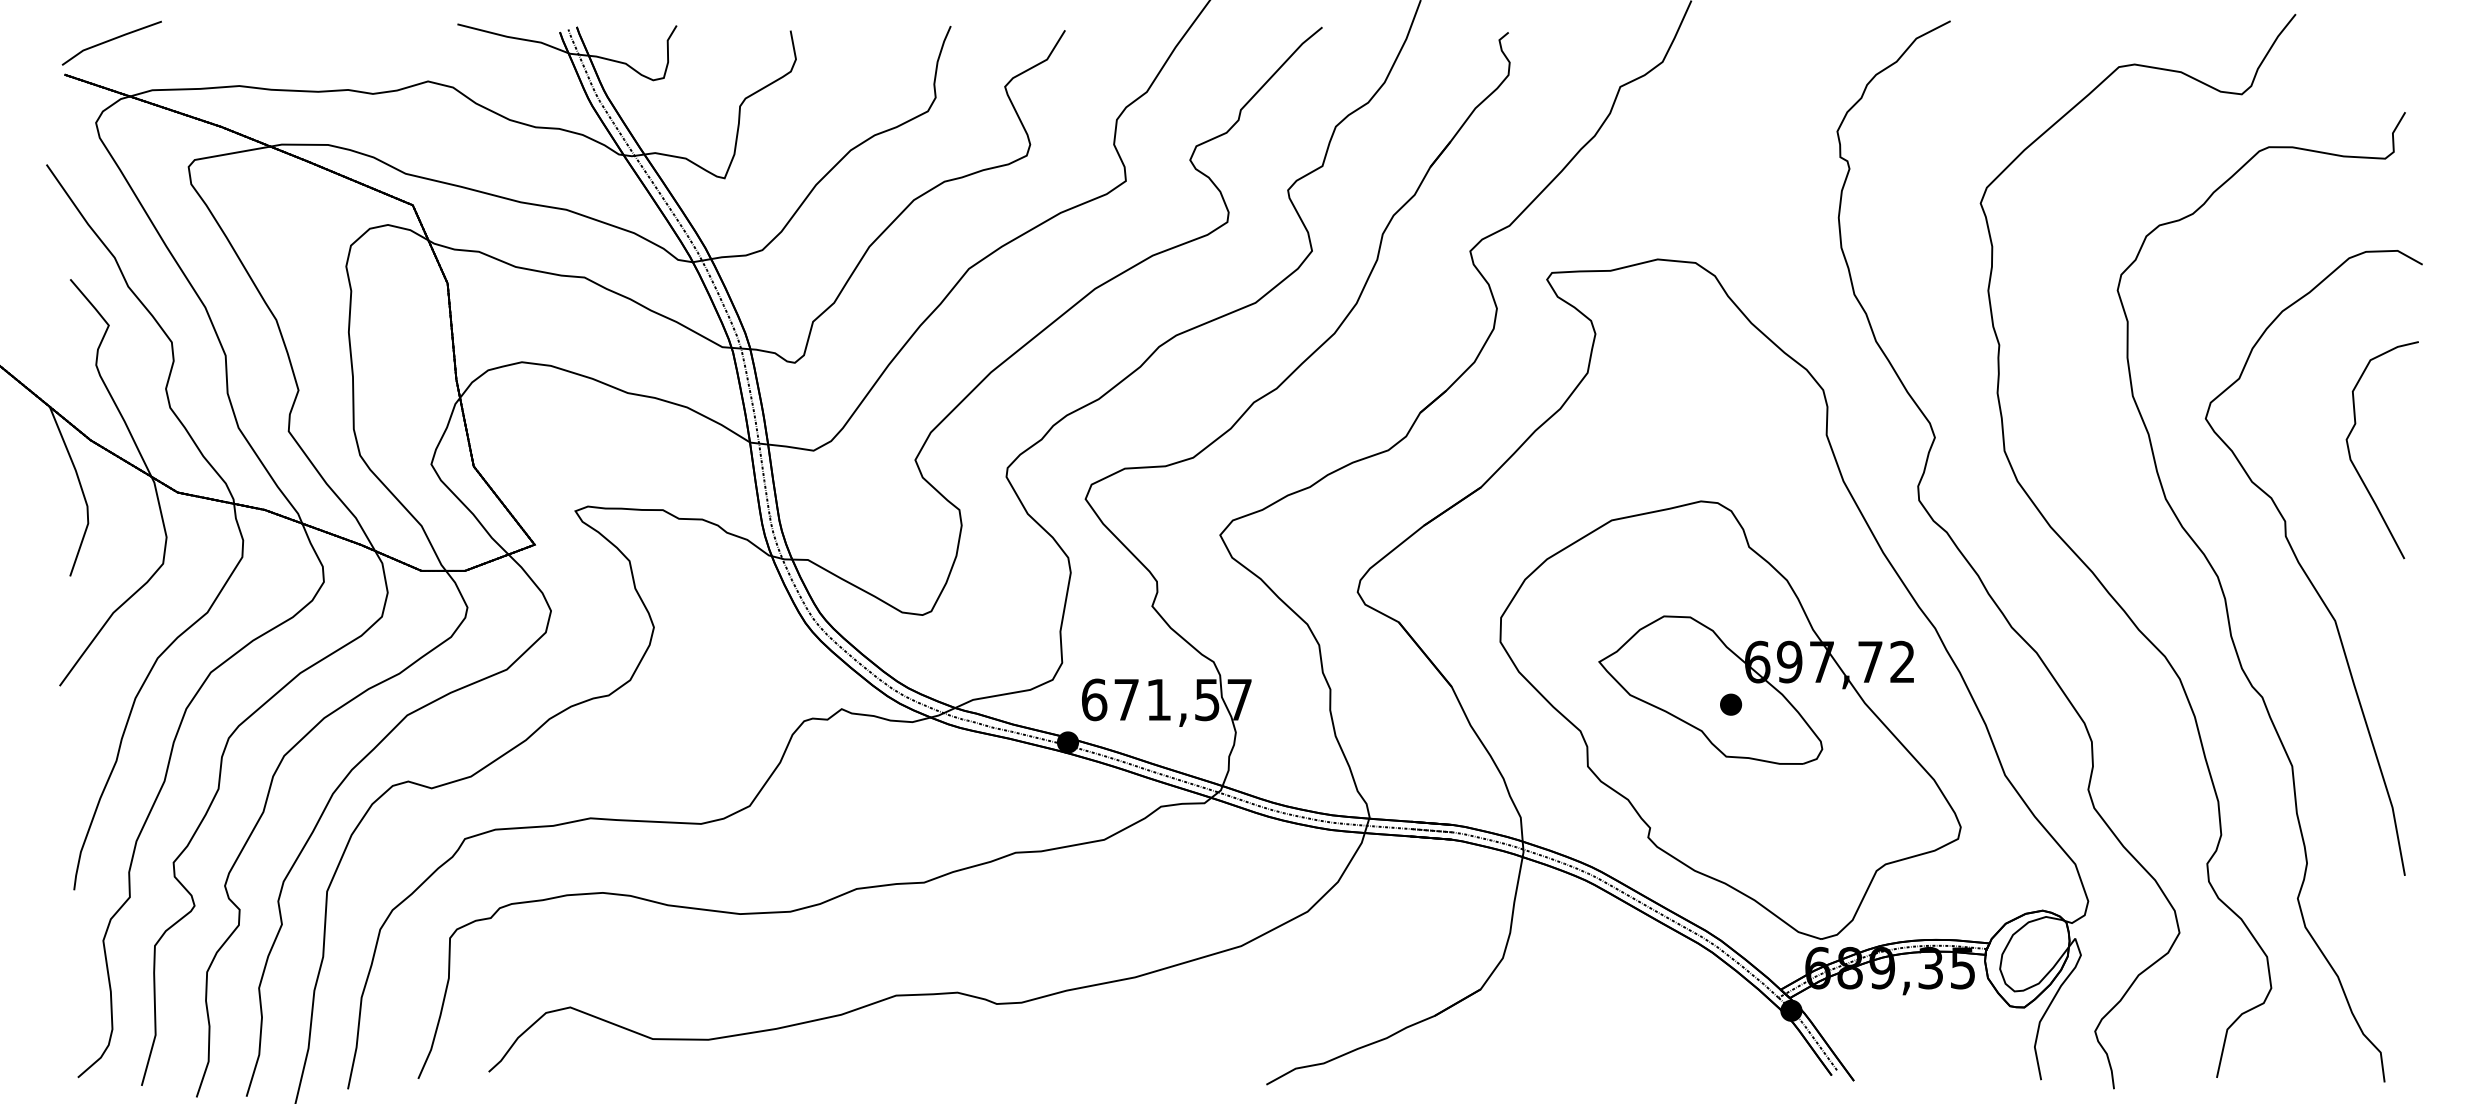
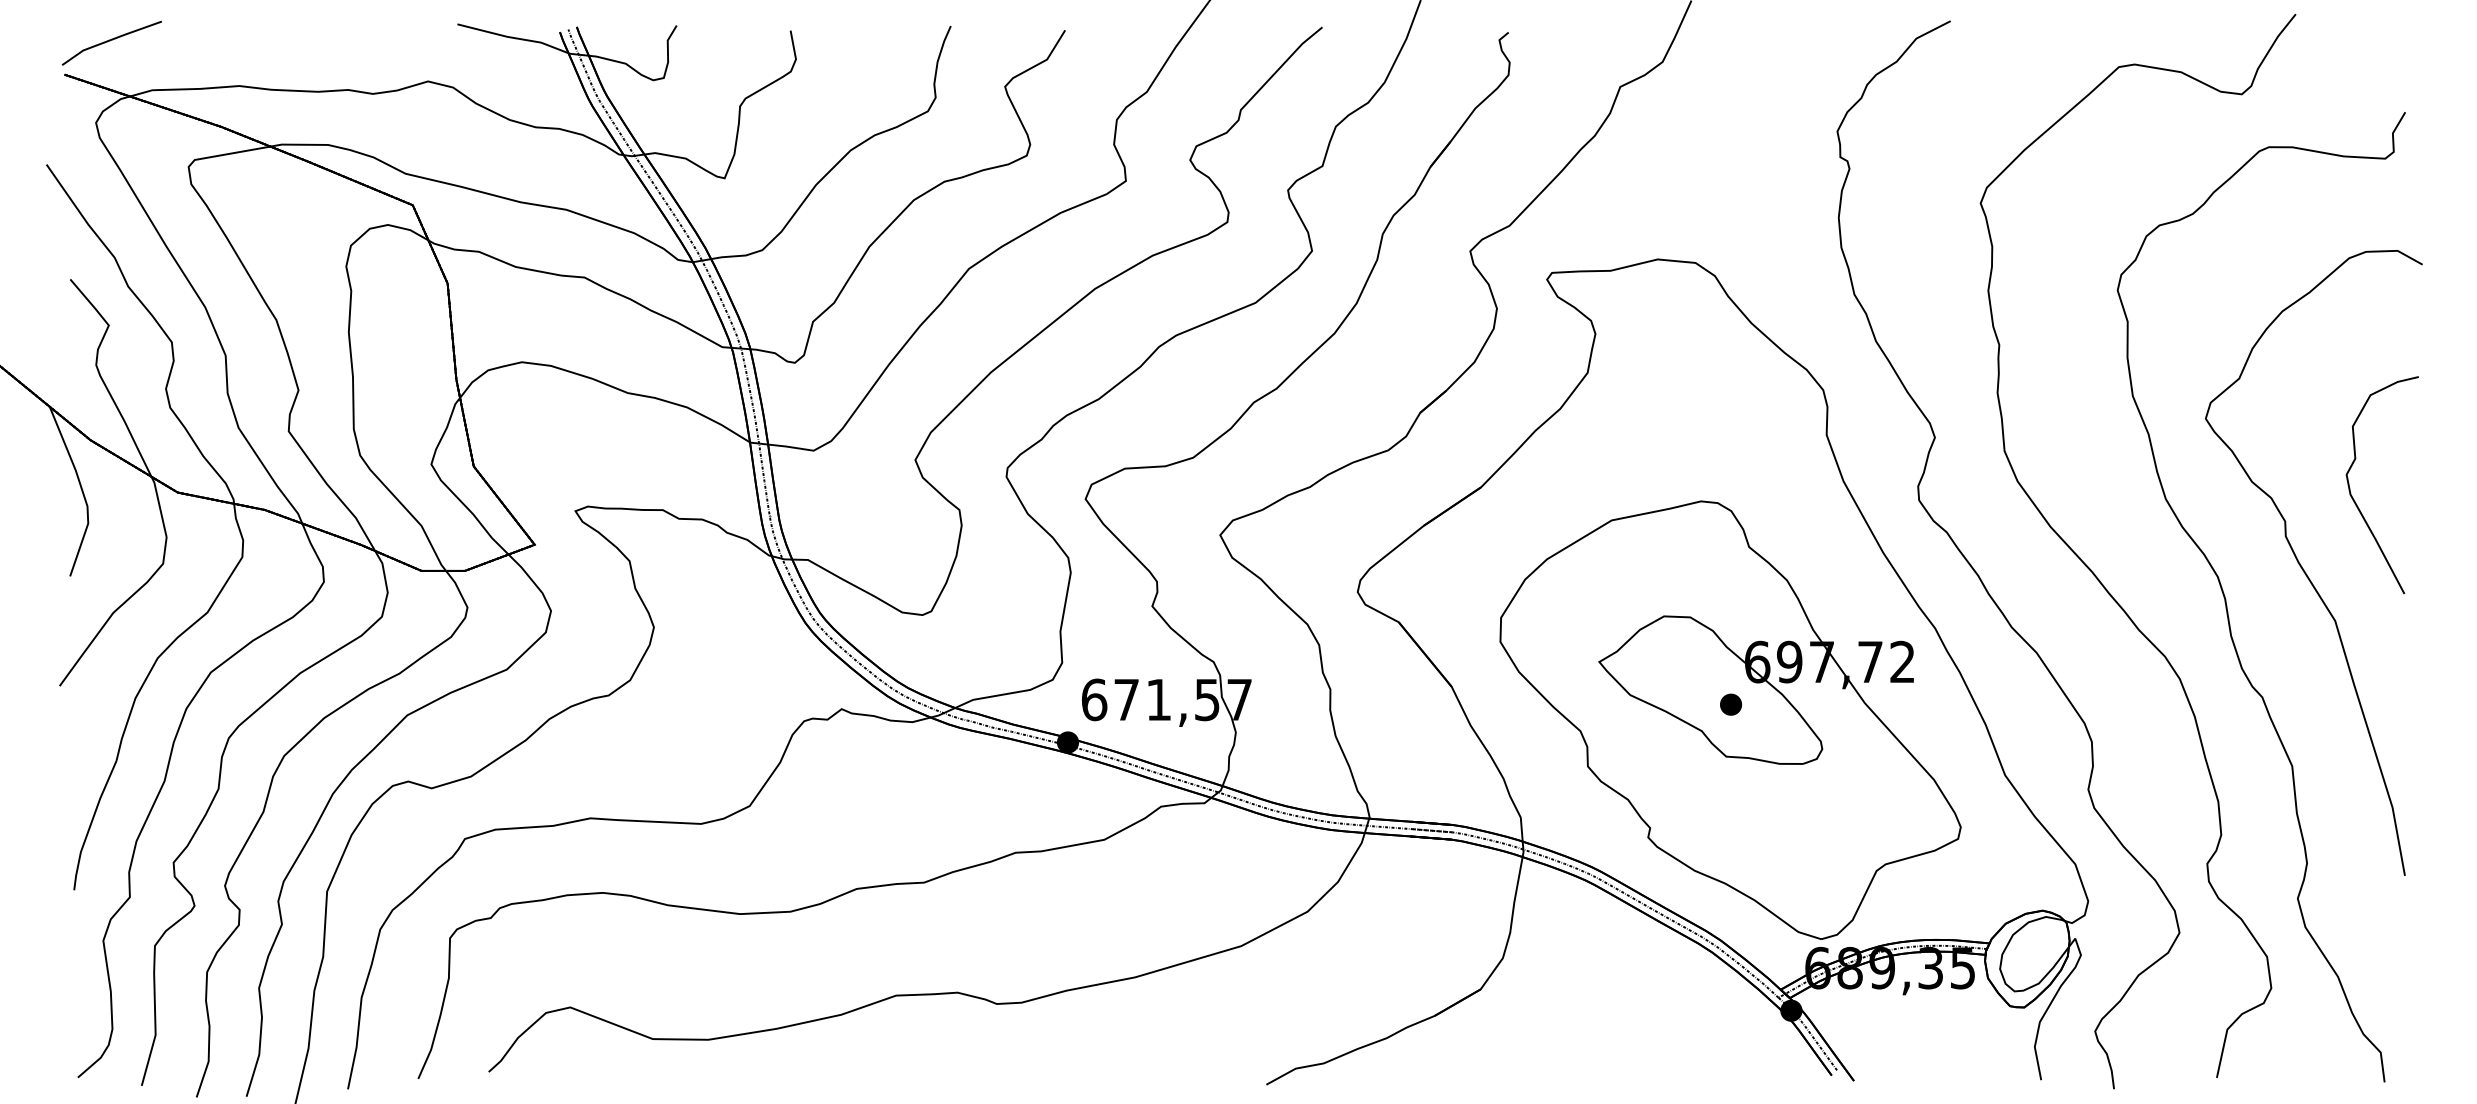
part at (2354, 464) position: (2354, 464) -> (2354, 499)
